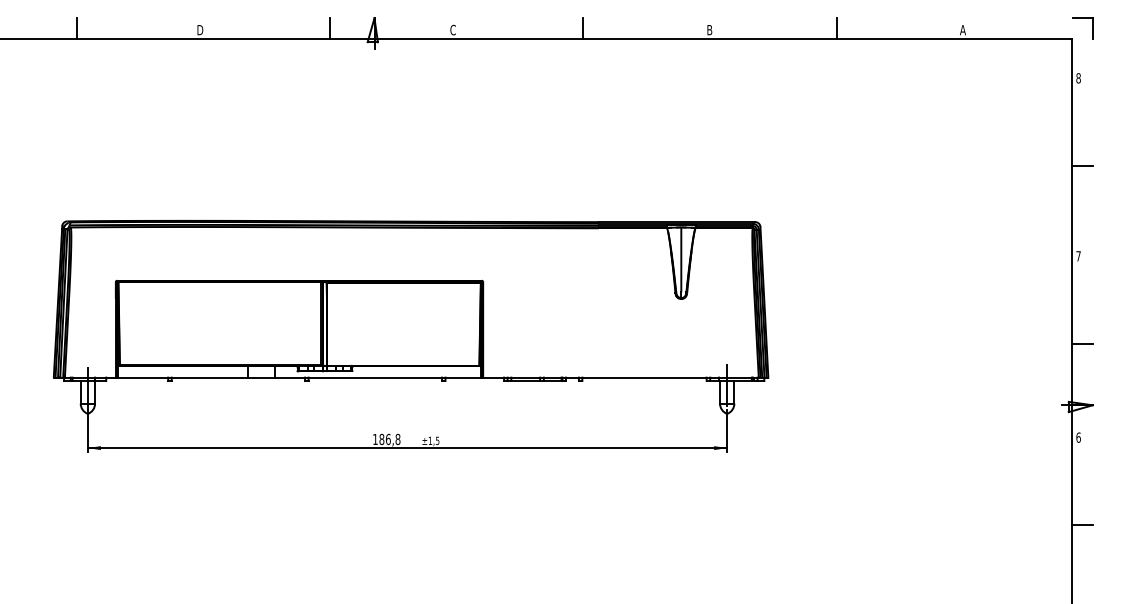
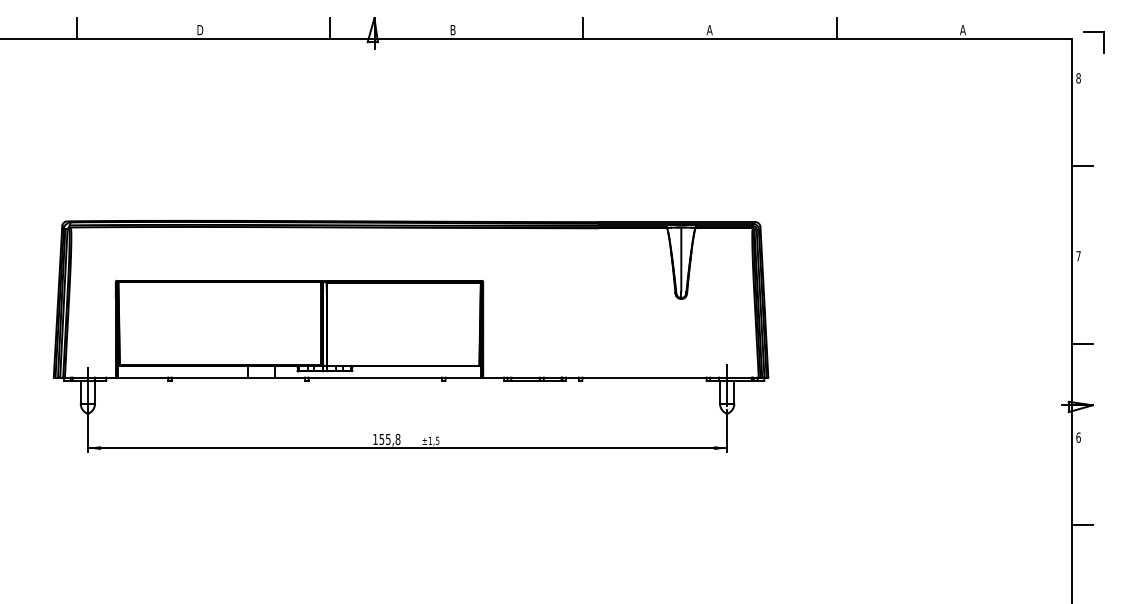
part at (1082, 18) position: (1082, 18) -> (1093, 32)
text at (452, 29): C -> B
text at (709, 30): B -> A
text at (384, 439): 186,8 -> 155,8
